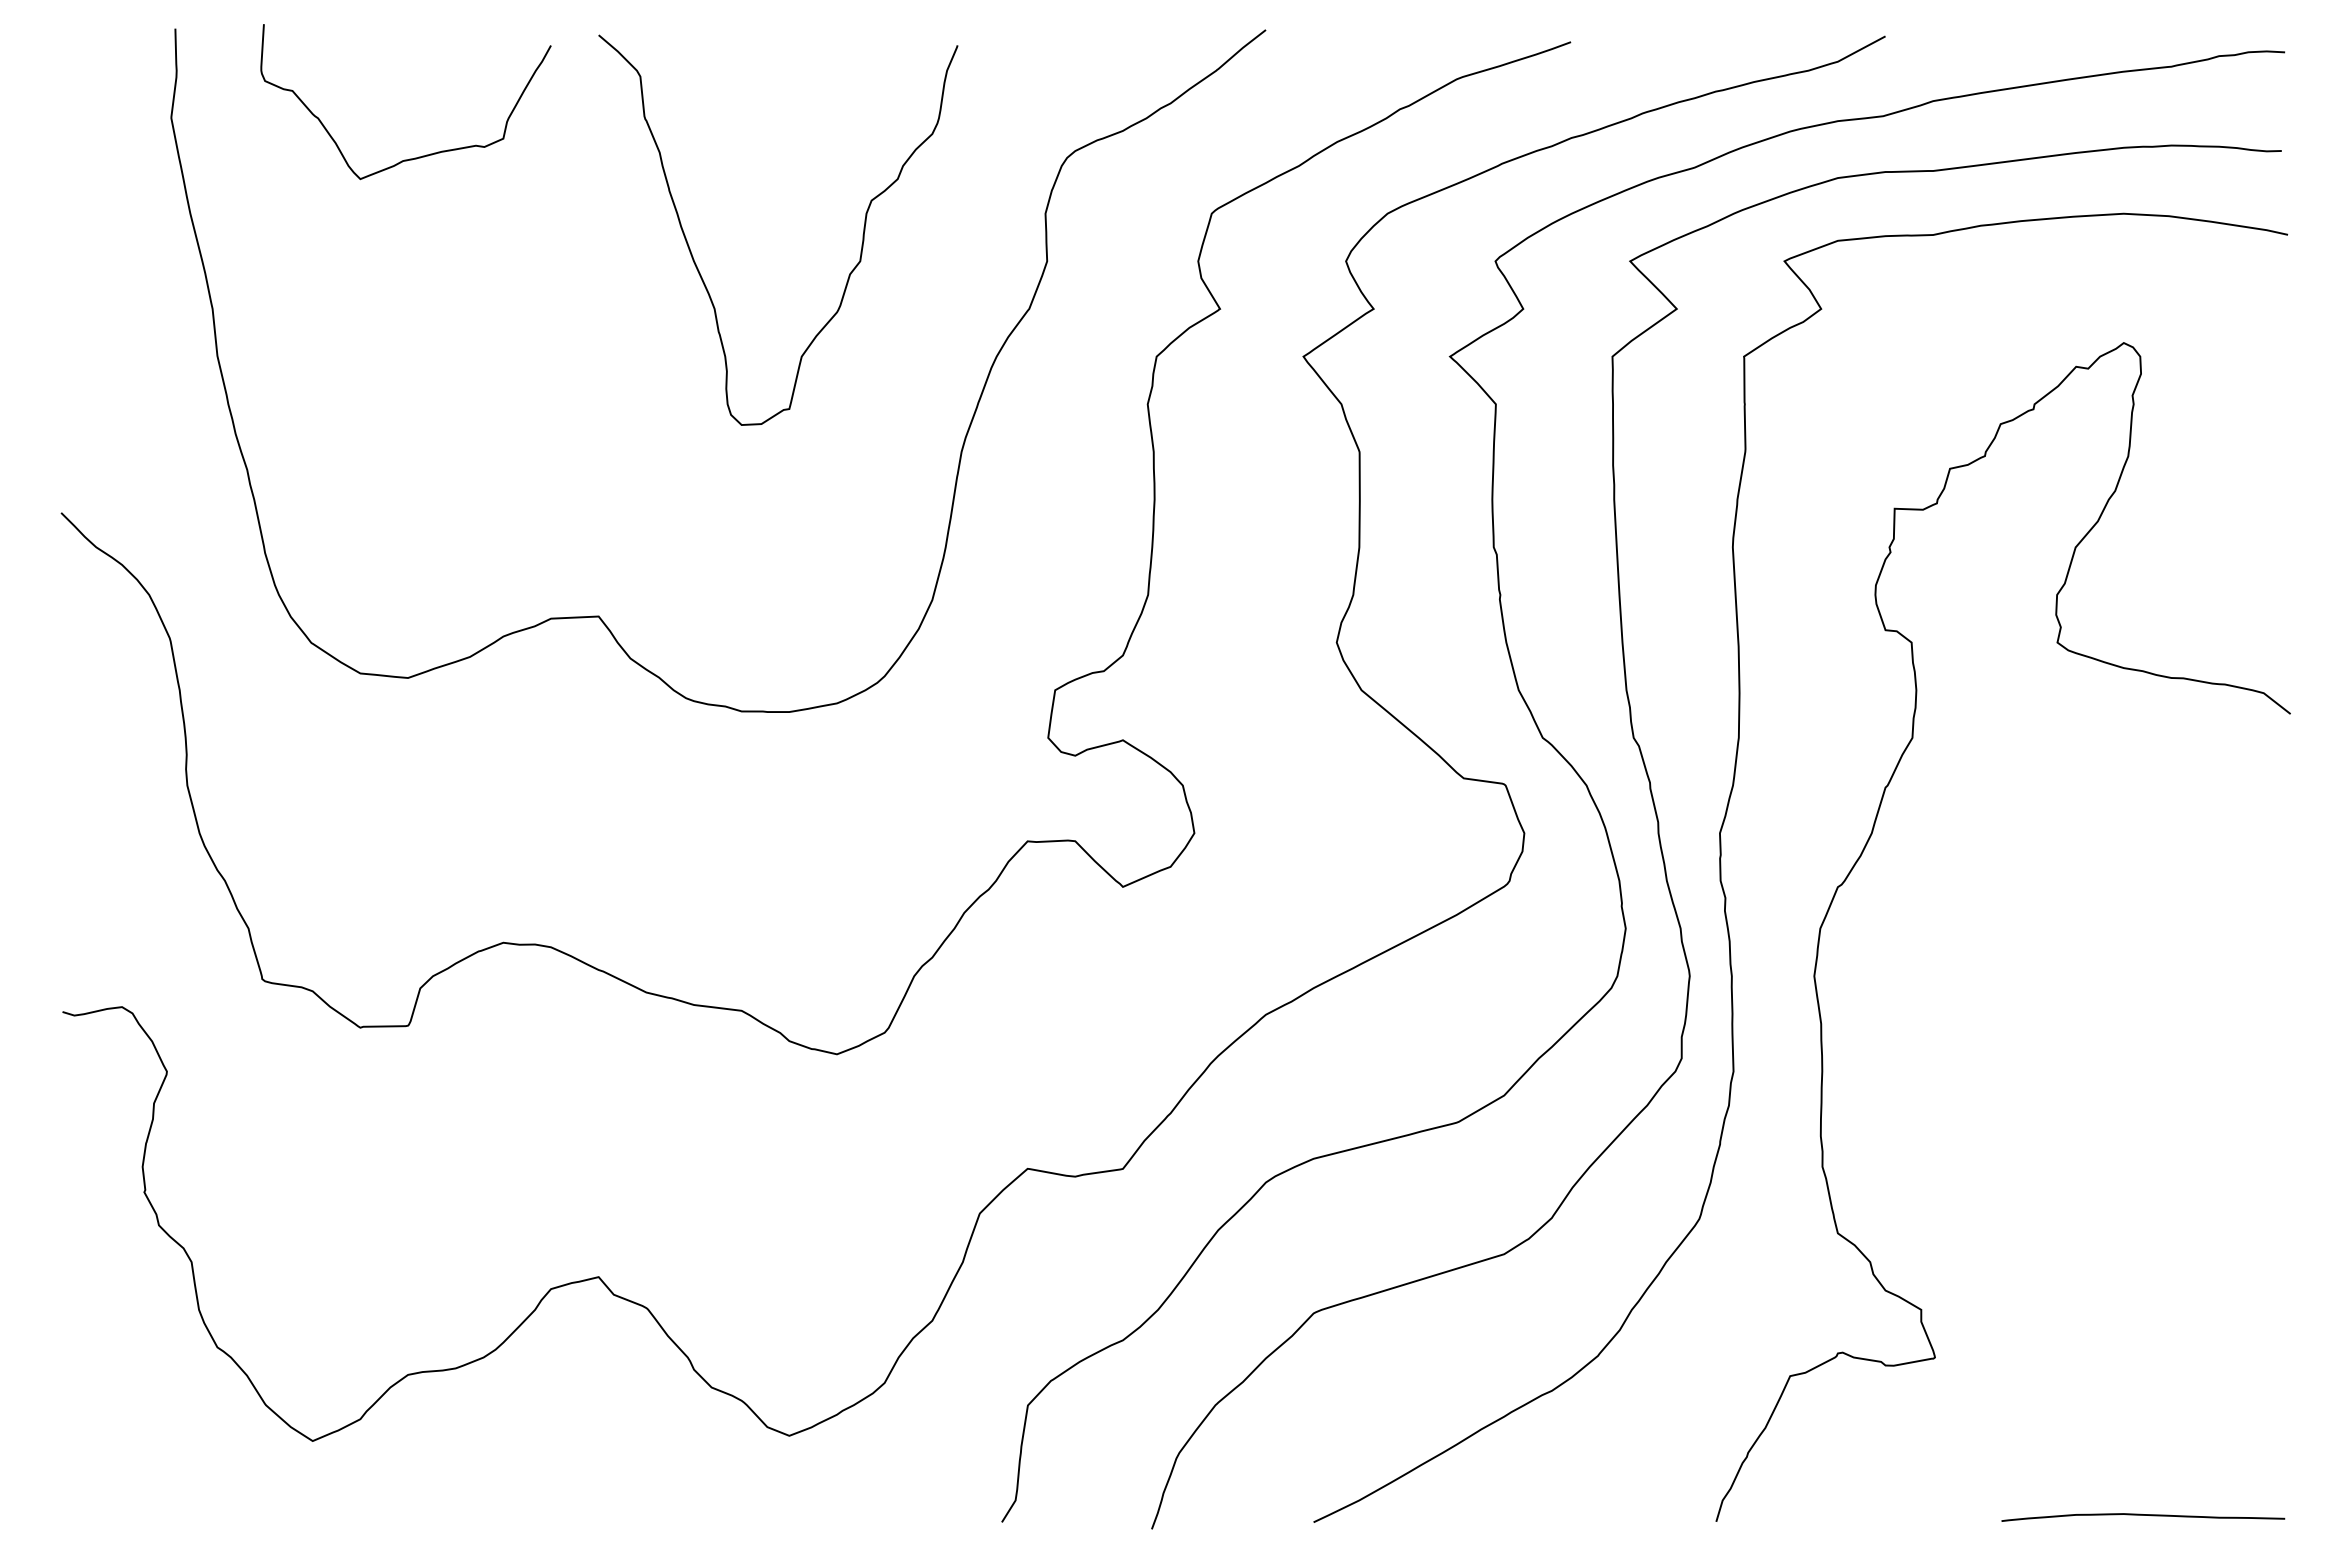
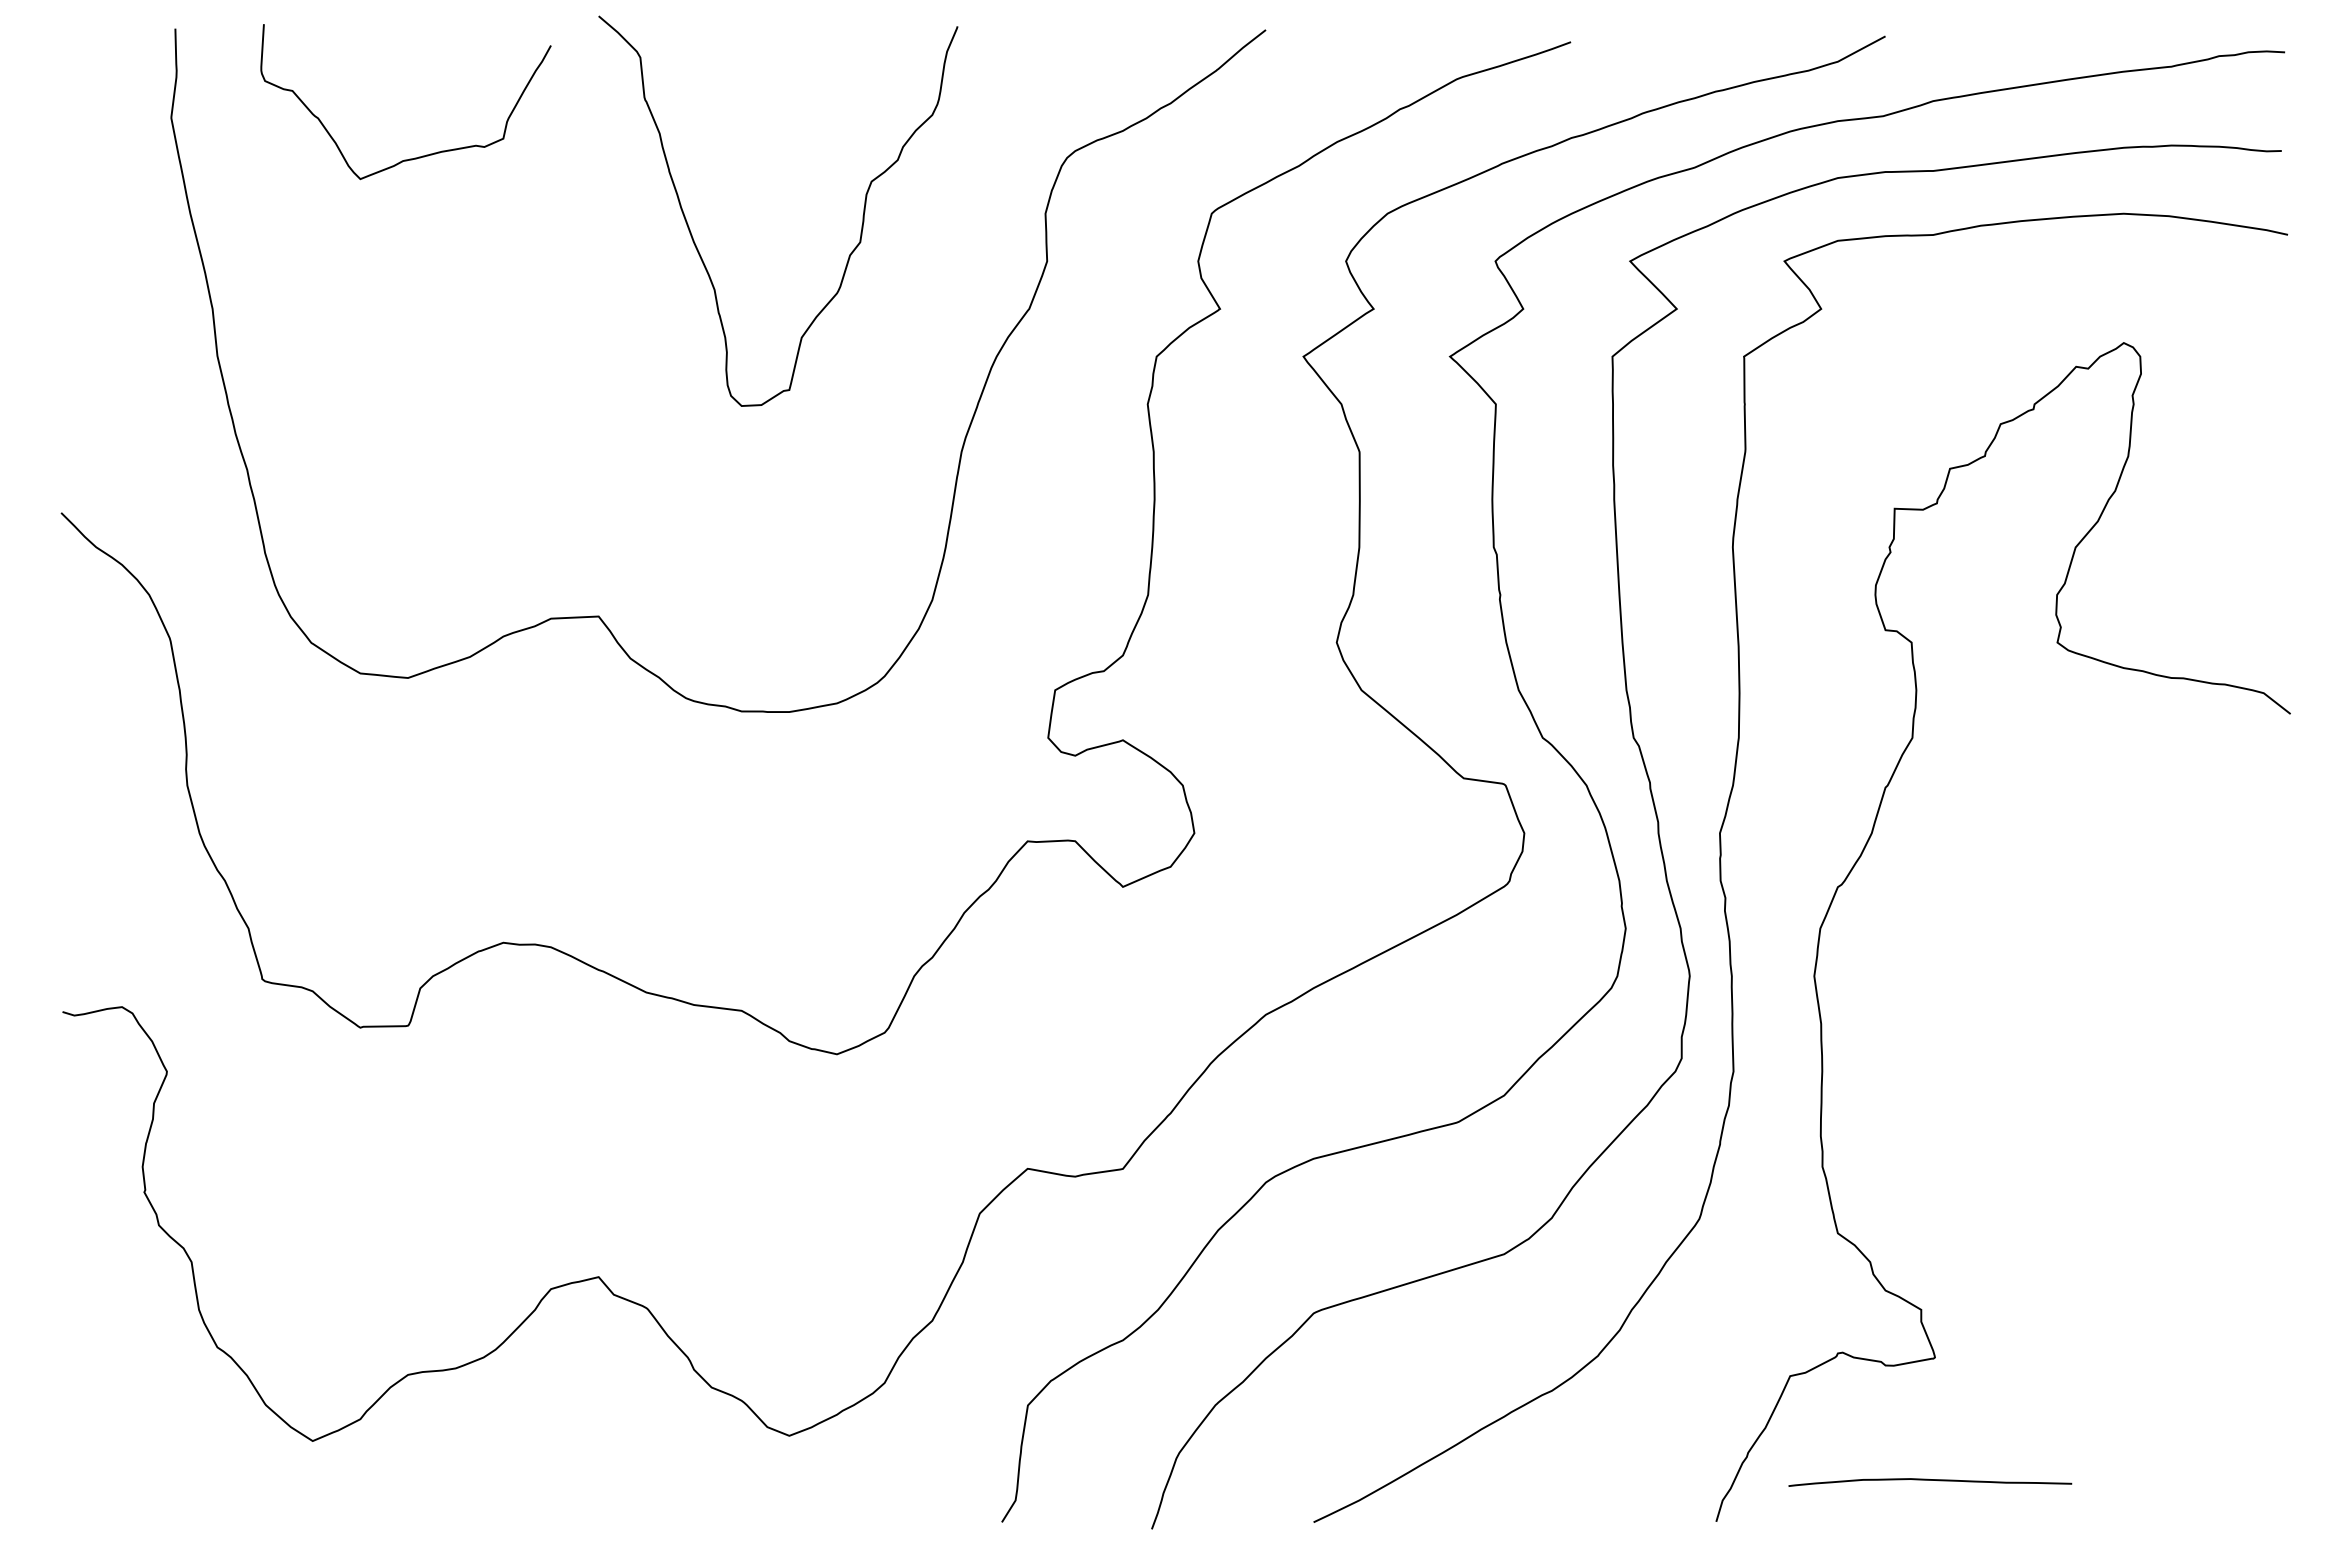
curve at (849, 273) position: (849, 273) -> (849, 254)
curve at (2143, 1515) position: (2143, 1515) -> (1930, 1480)
